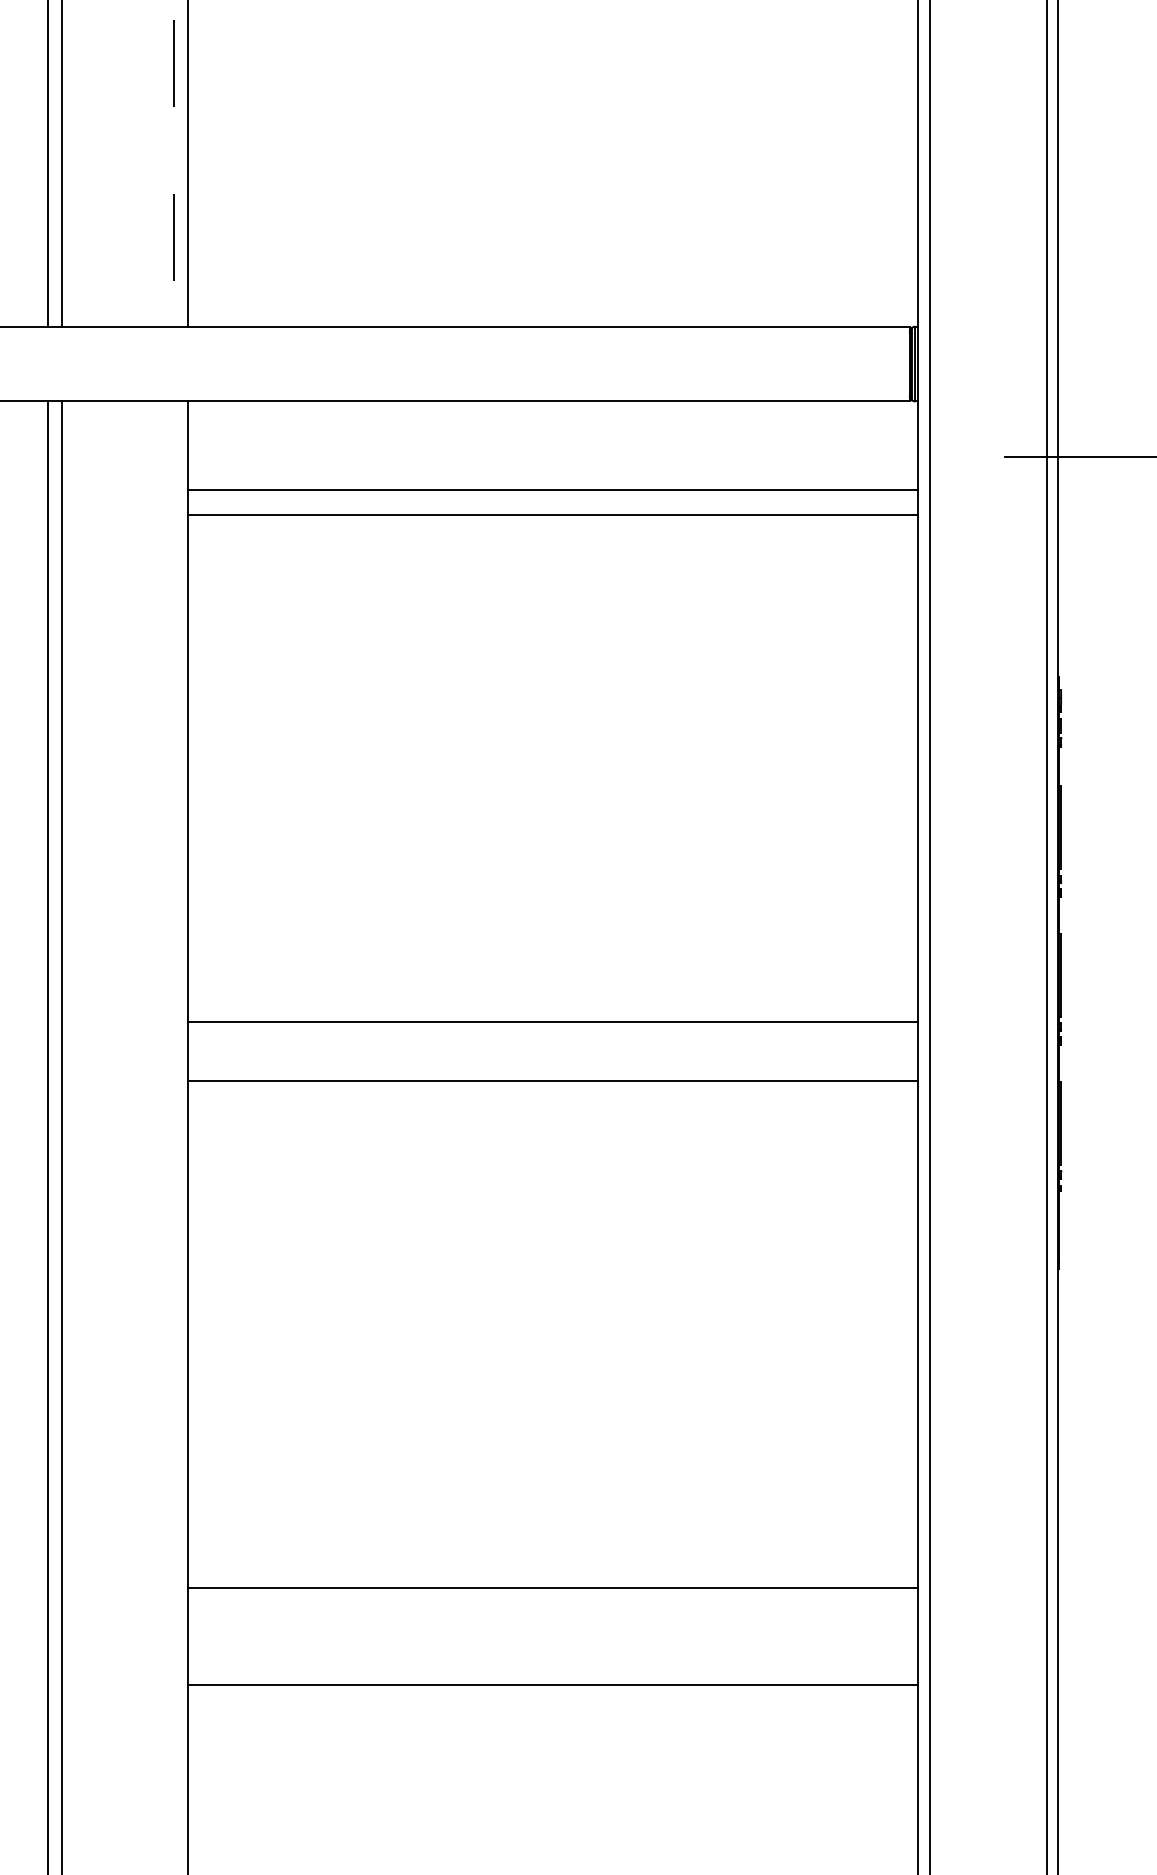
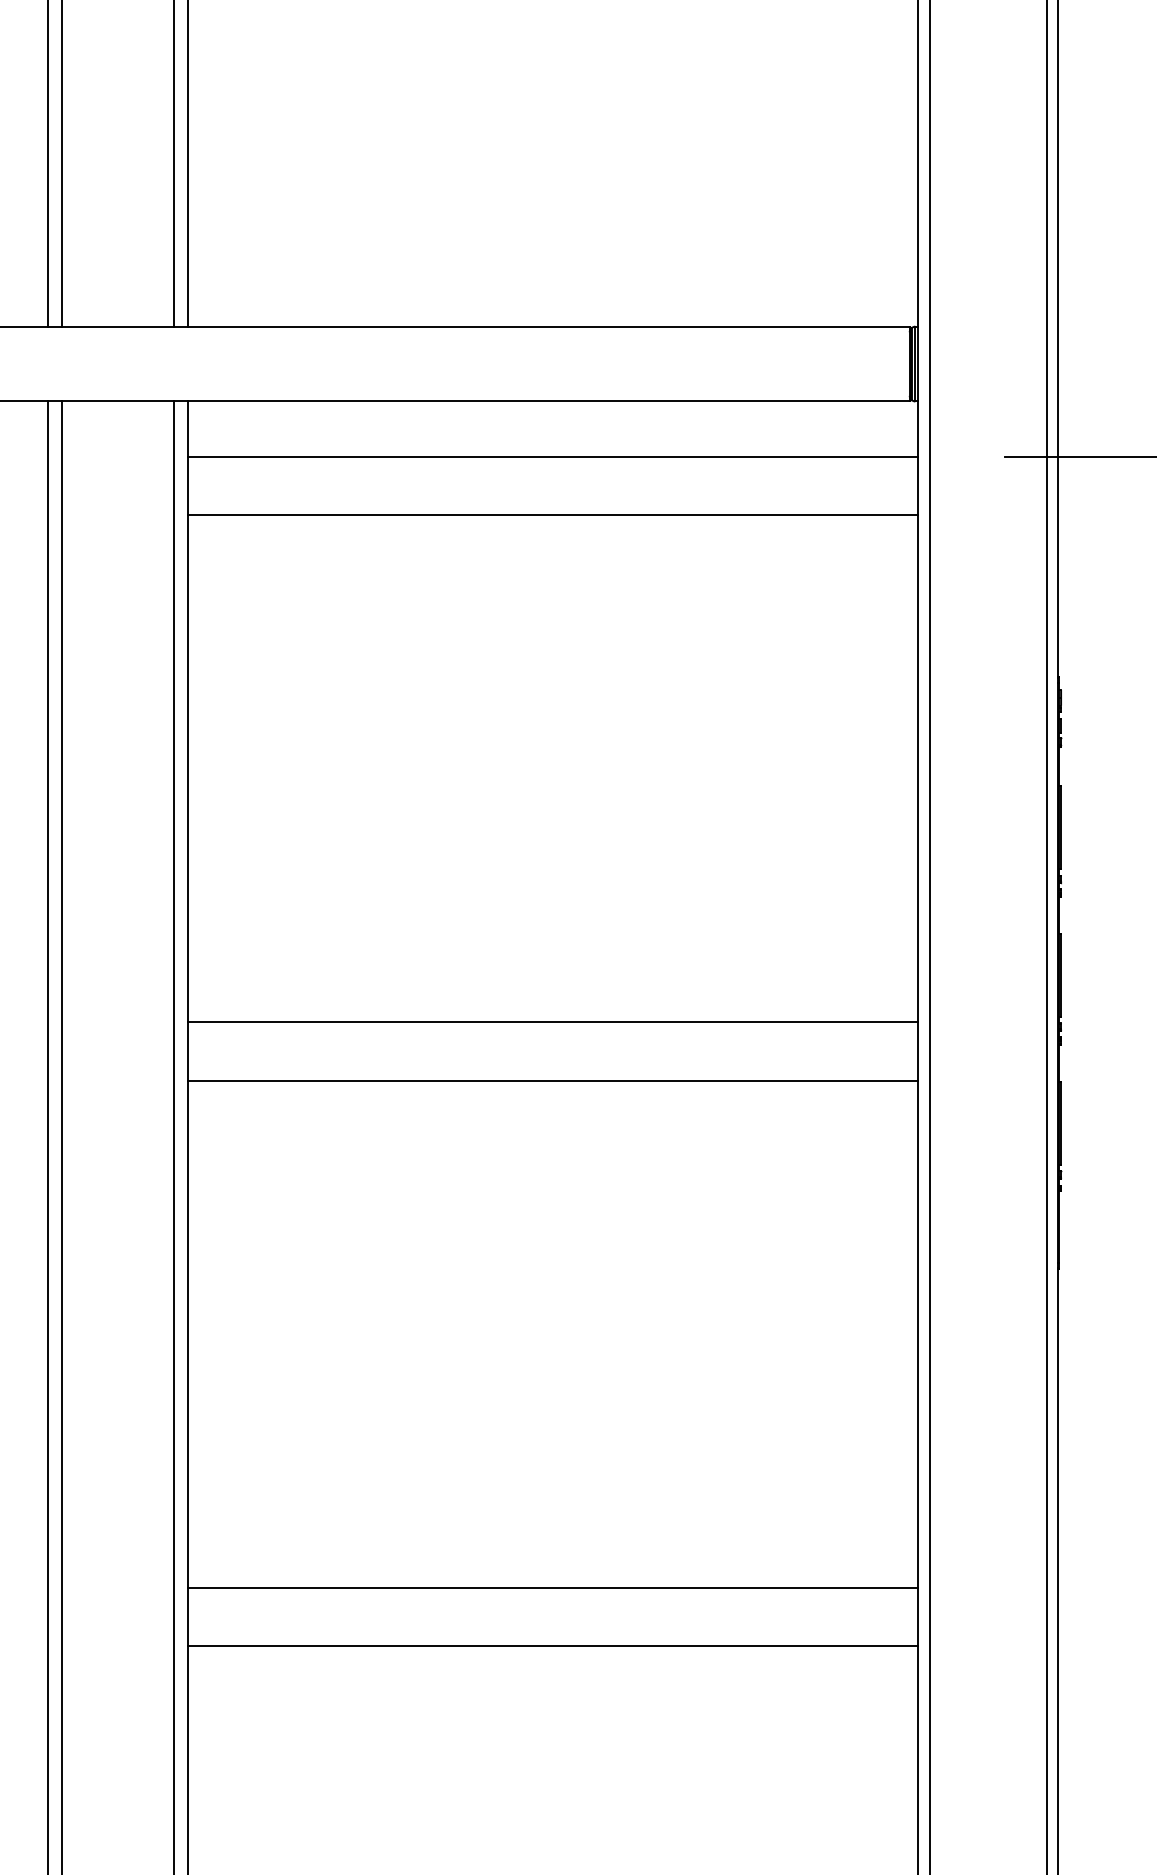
line at (173, 164): dashed -> solid
line at (552, 489) position: (552, 489) -> (552, 456)
line at (173, 1135): none -> present
line at (552, 1685) position: (552, 1685) -> (552, 1646)
